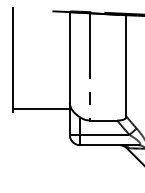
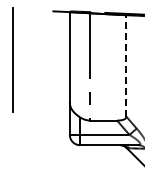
line at (126, 65): solid -> dashed
line at (41, 109): present -> none
